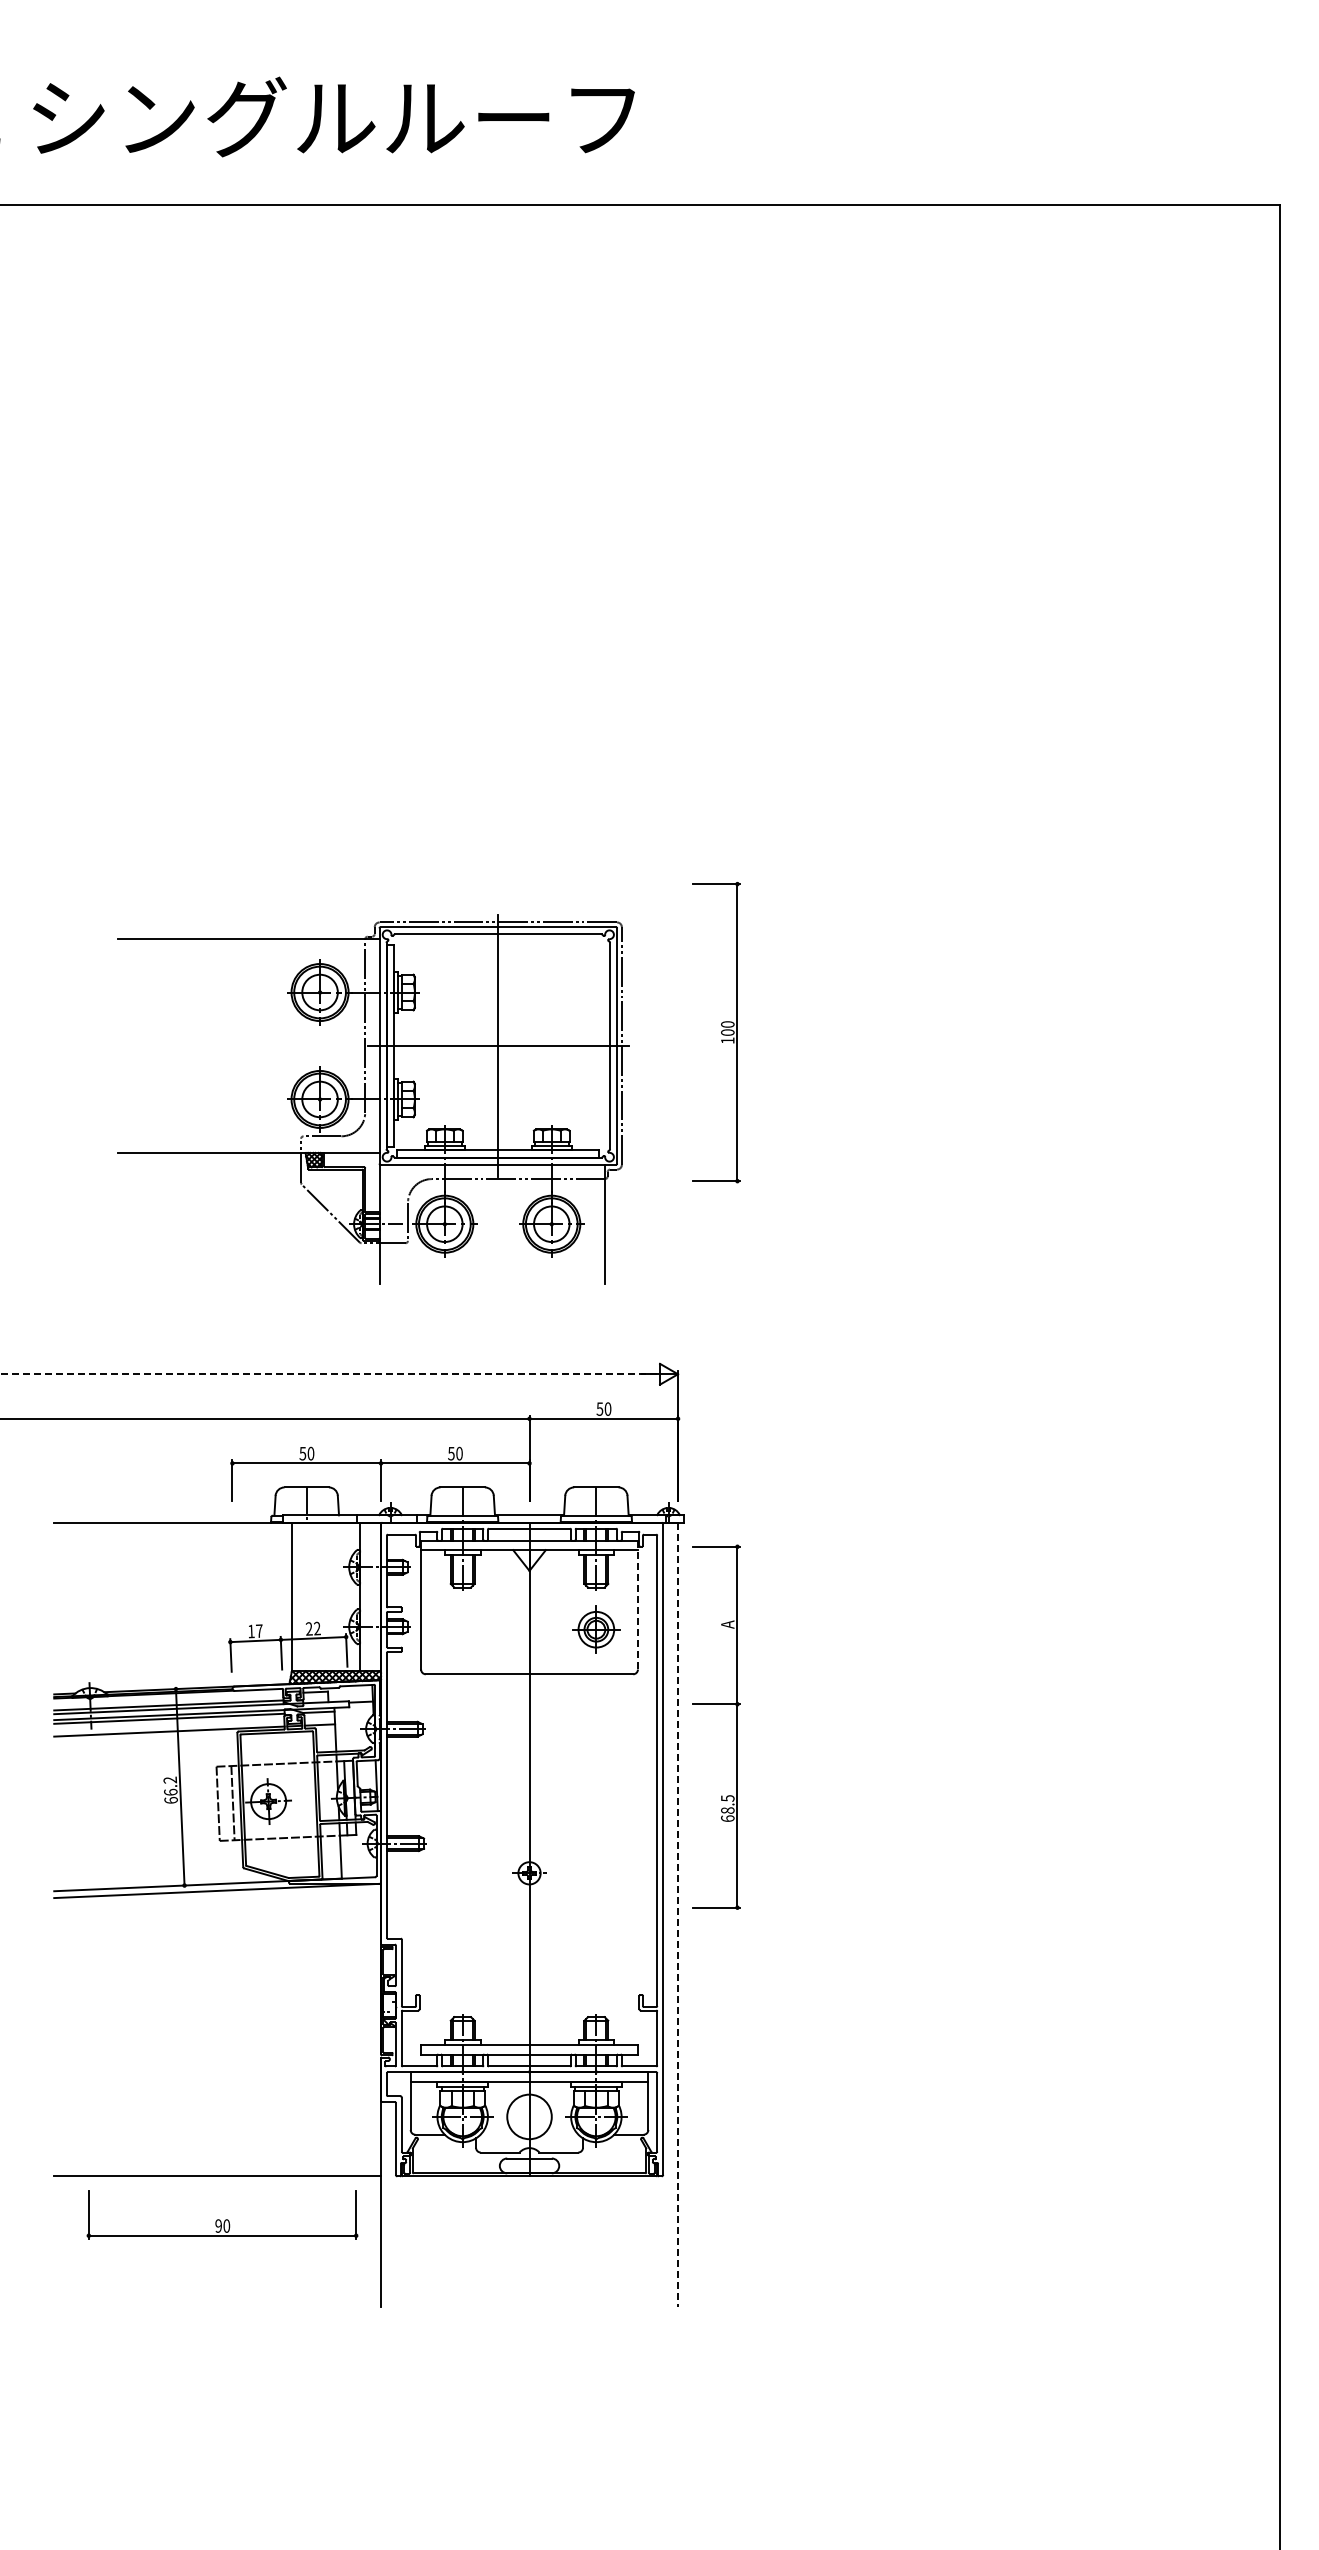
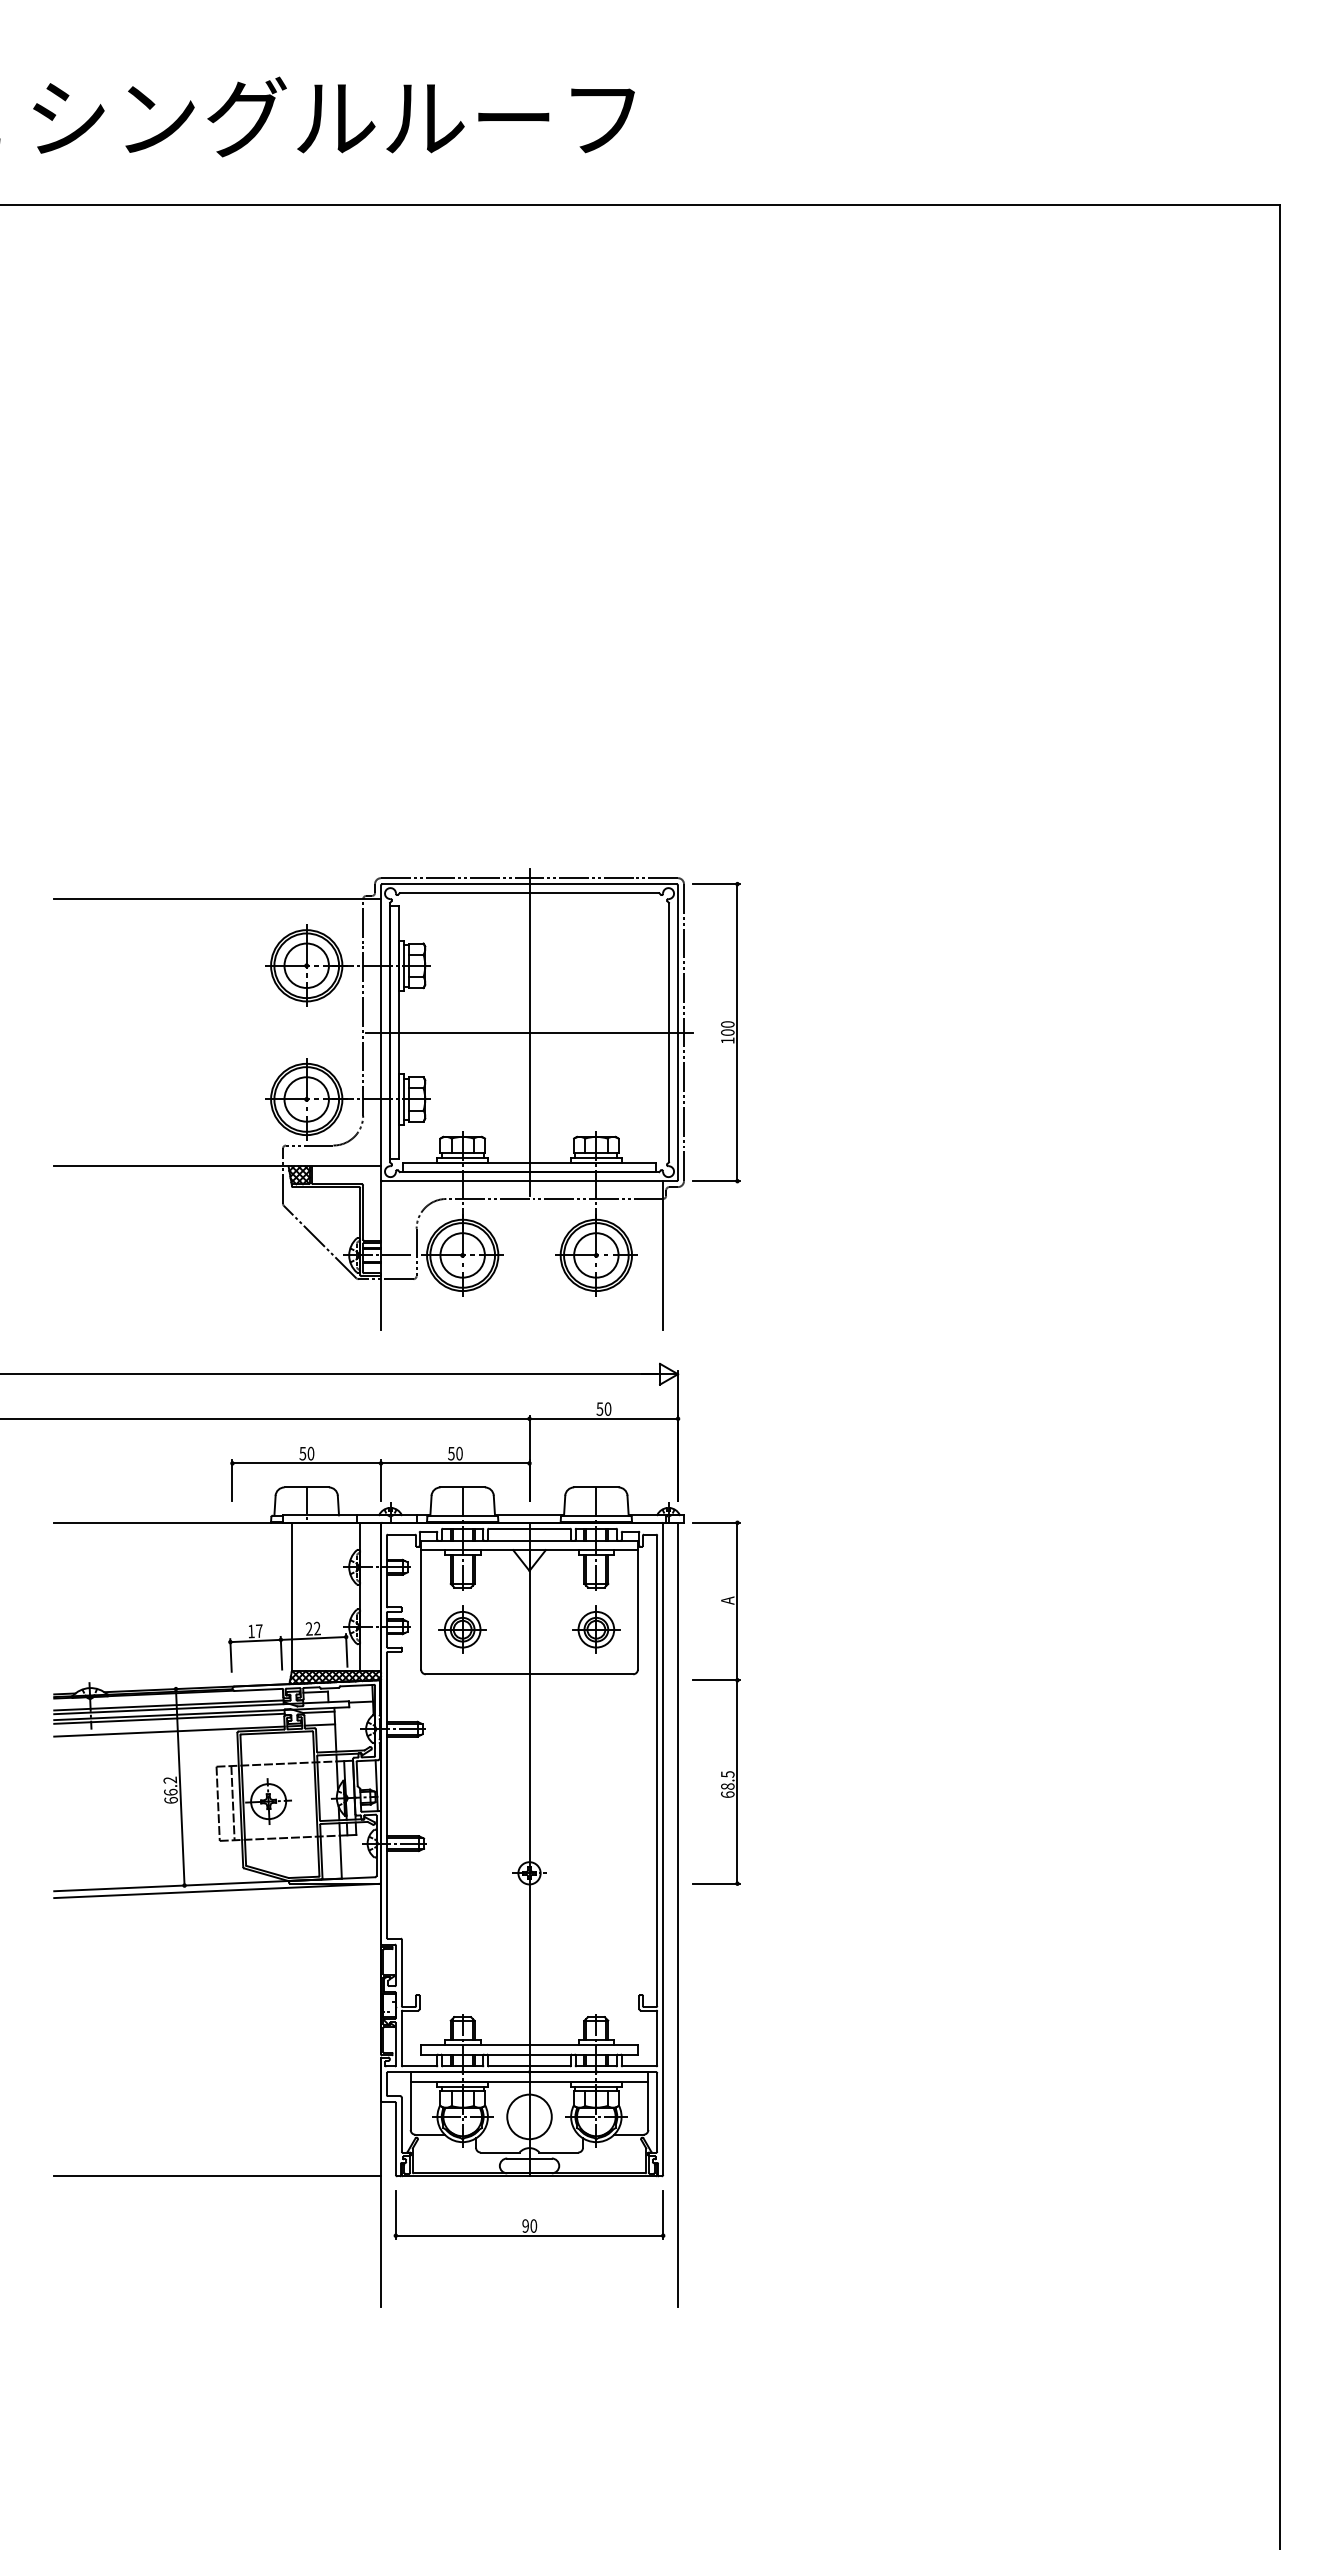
part at (373, 1099) size: 513x371 px -> 641x463 px
line at (328, 1374): dashed -> solid
line at (637, 1605): dashed -> solid
part at (462, 1629): none -> present
part at (736, 1726) position: (736, 1726) -> (736, 1702)
line at (678, 1915): dashed -> solid
part at (222, 2214) position: (222, 2214) -> (529, 2214)
